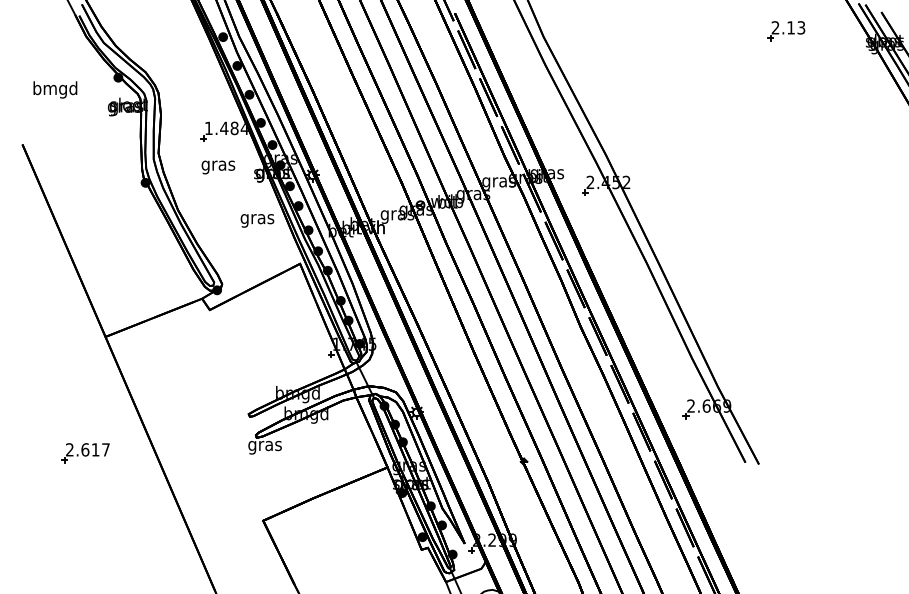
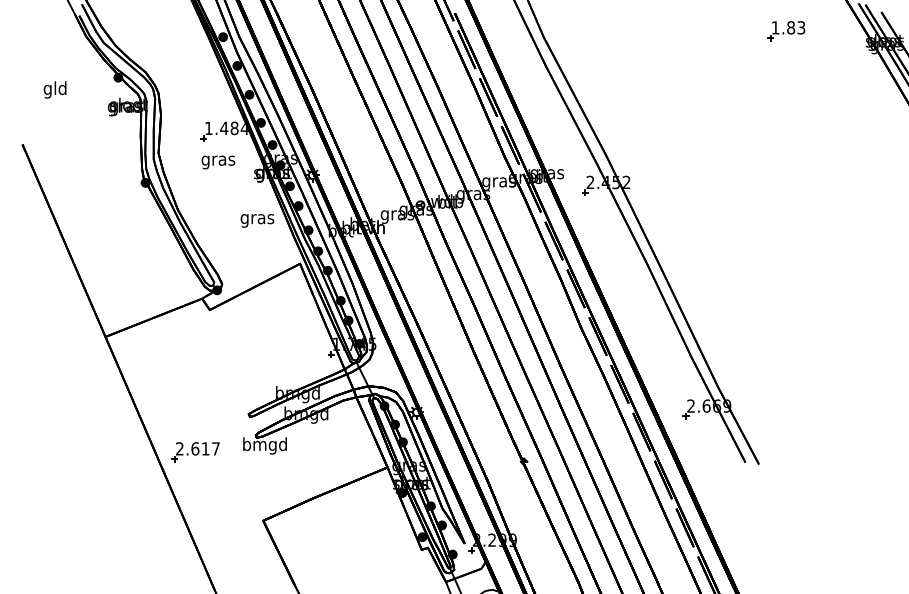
text at (783, 27): 2.13 -> 1.83
text at (55, 89): bmgd -> gld
text at (218, 167) position: (218, 167) -> (218, 162)
text at (264, 445): gras -> bmgd
part at (85, 453) position: (85, 453) -> (195, 452)
